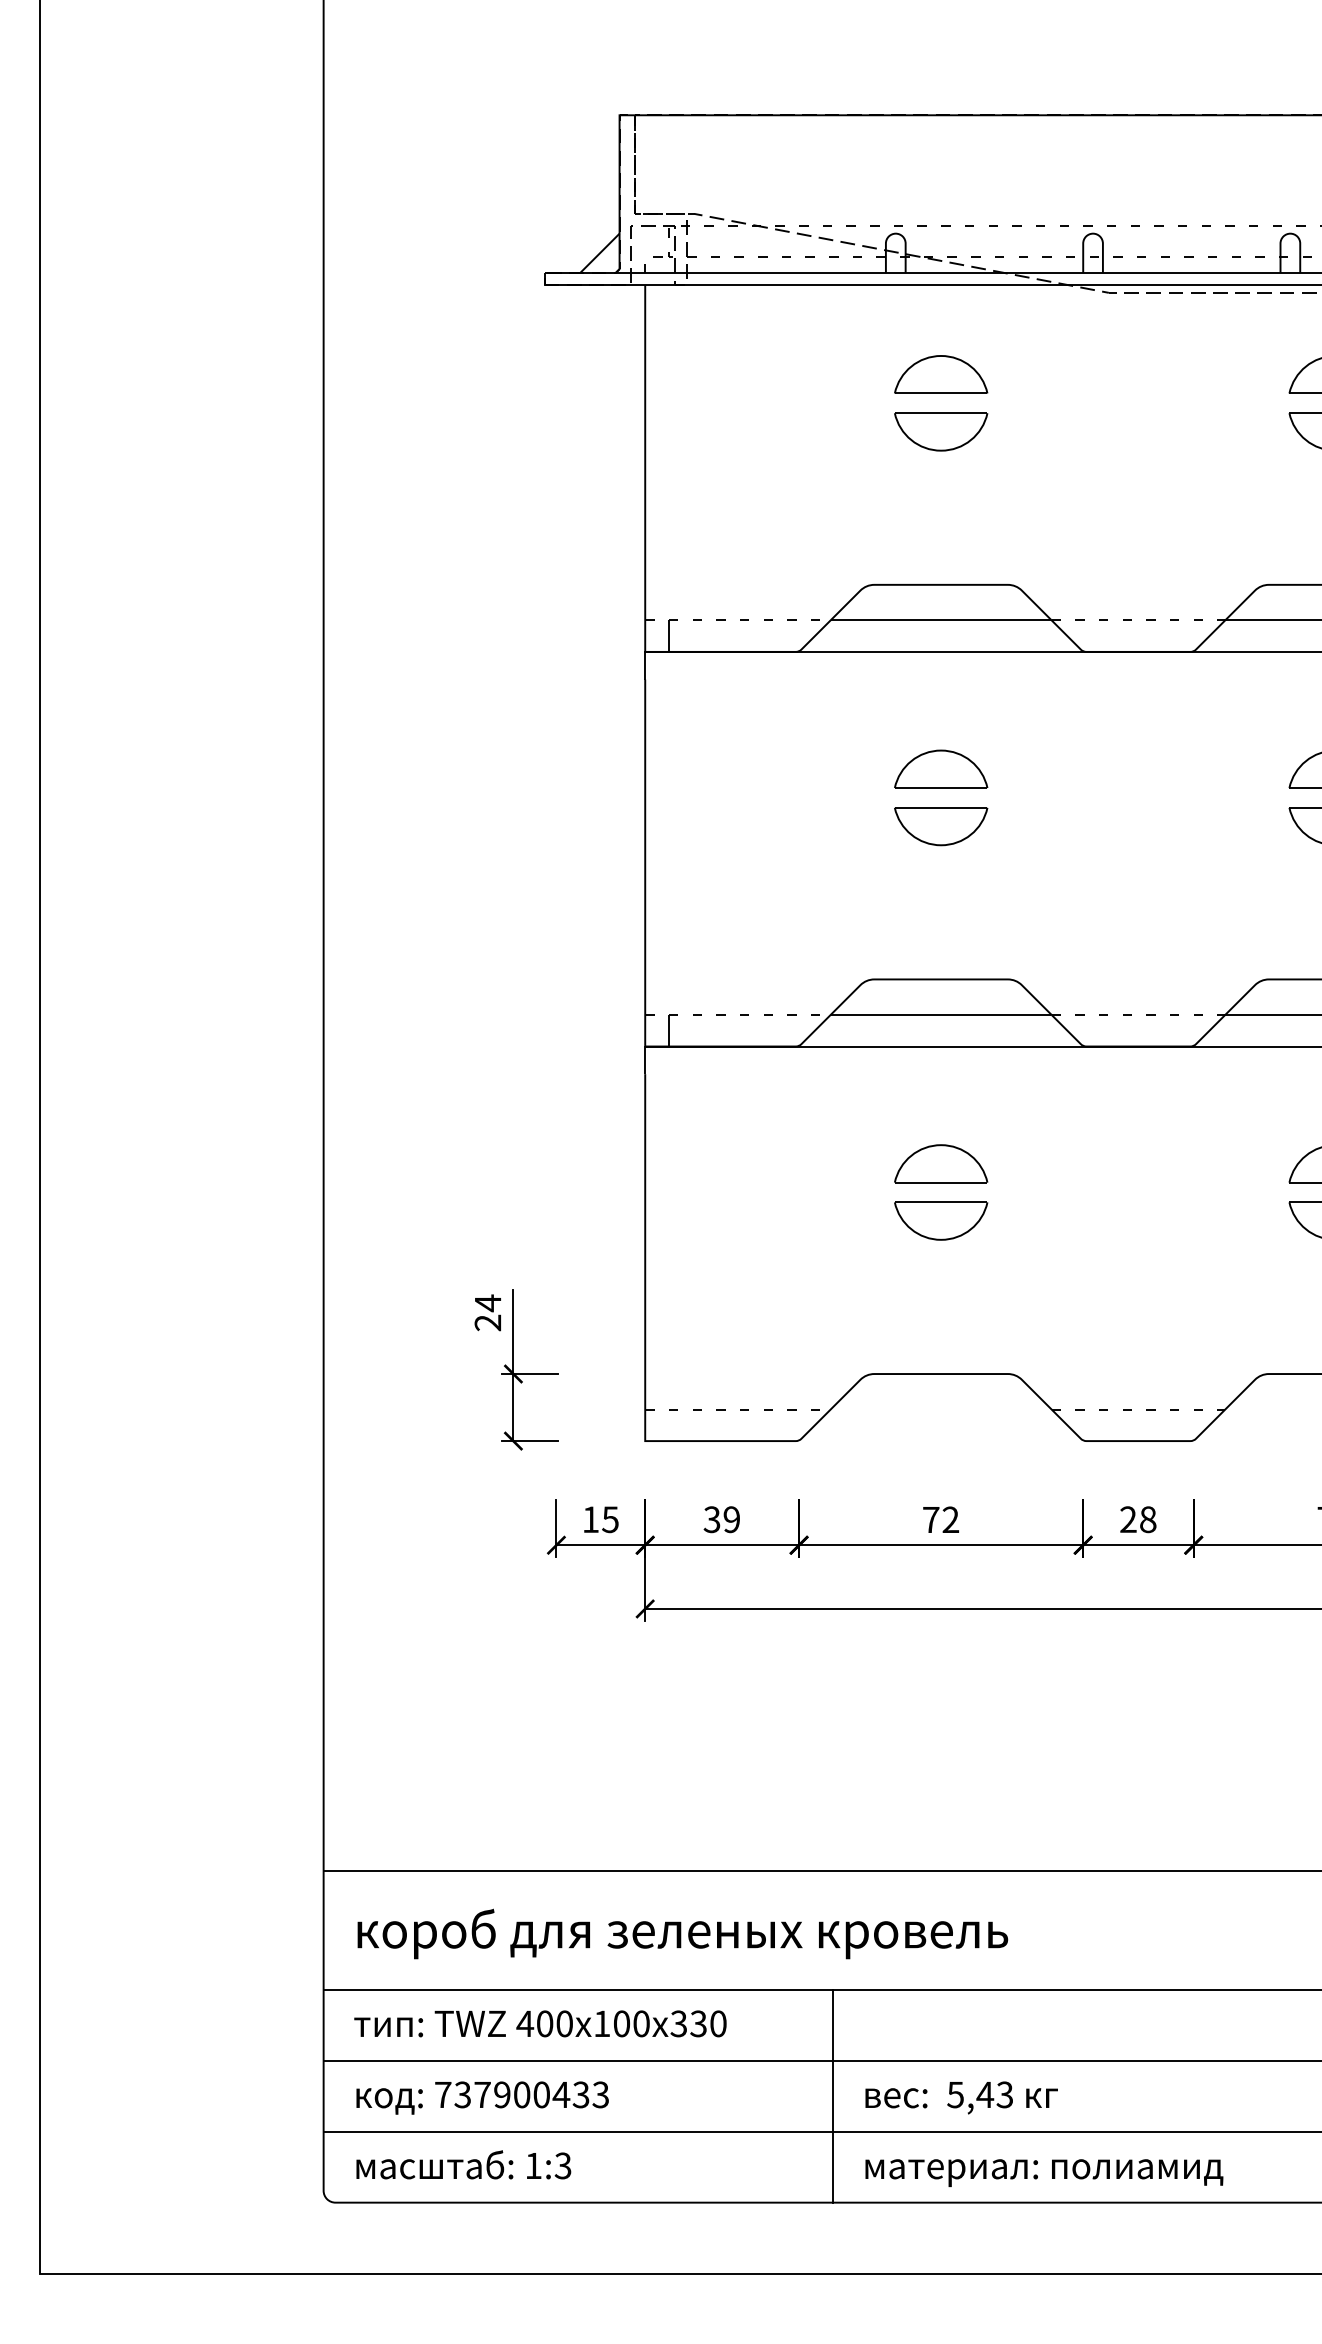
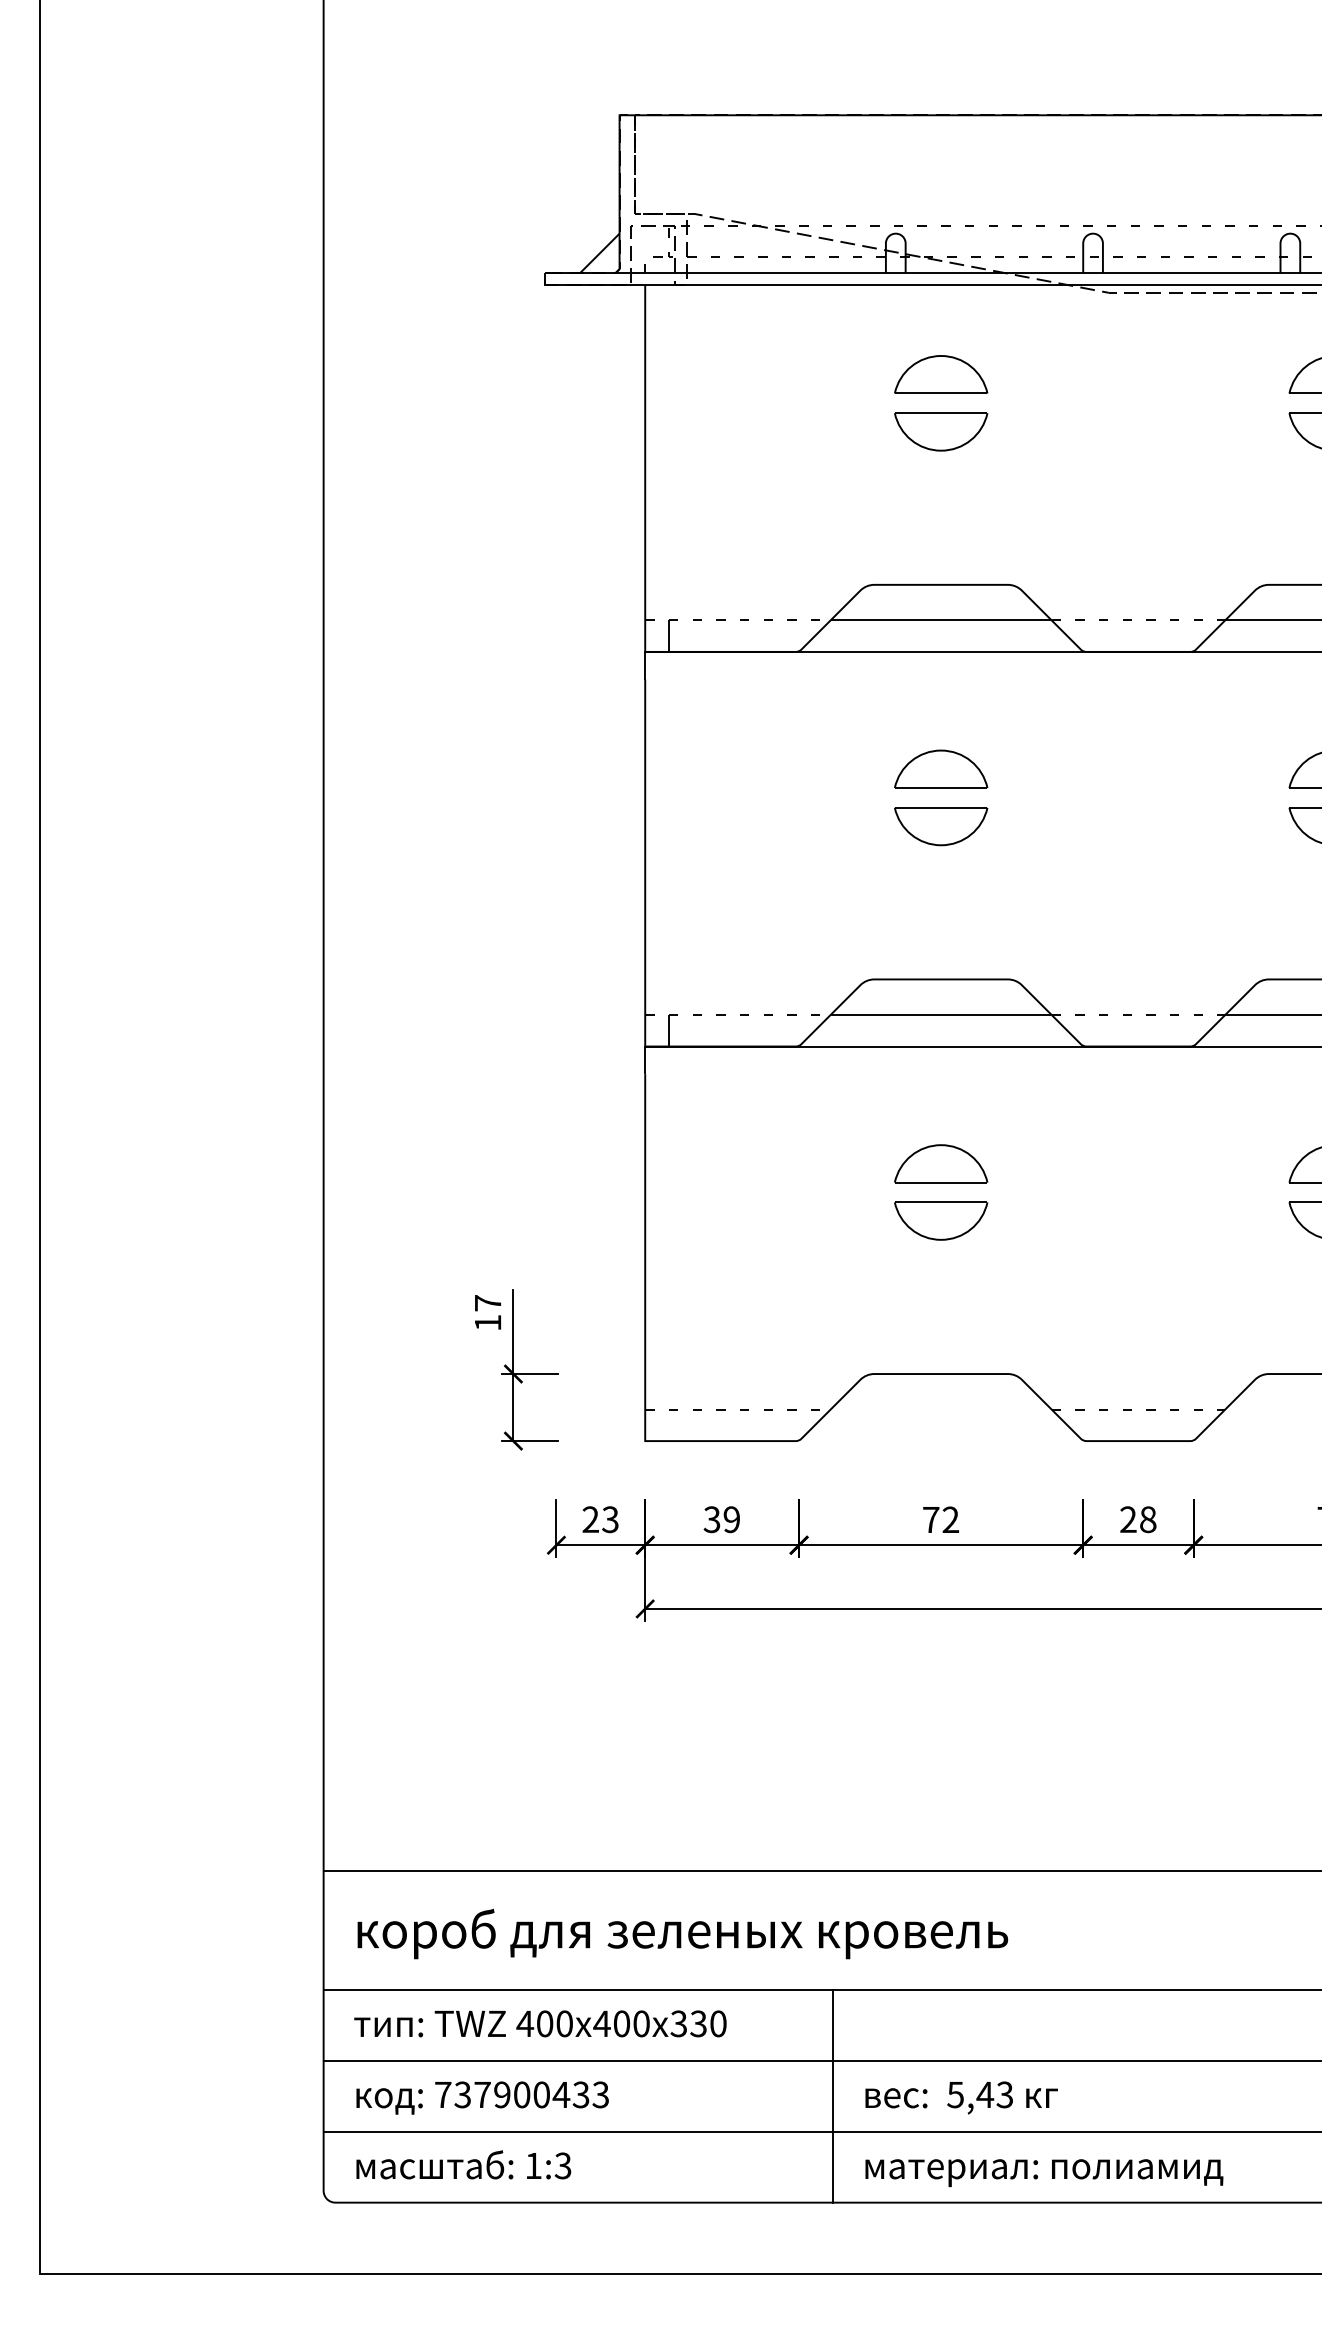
text at (487, 1312): 24 -> 17
text at (600, 1519): 15 -> 23
text at (601, 2023): 400x100x330 -> 400x400x330
